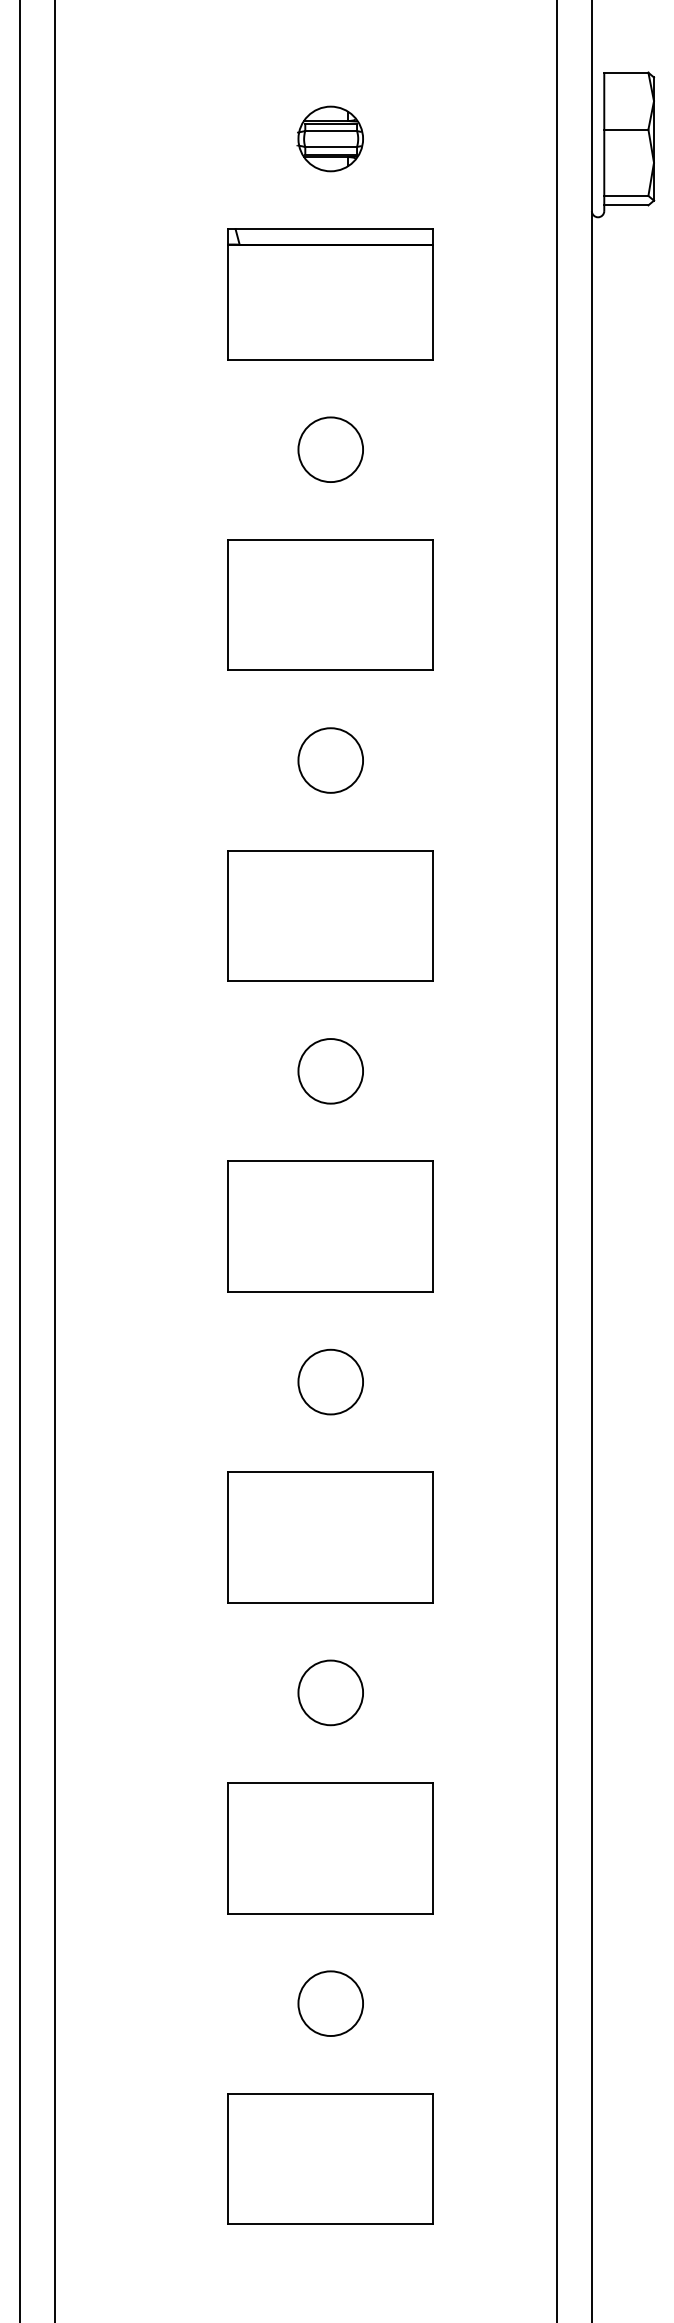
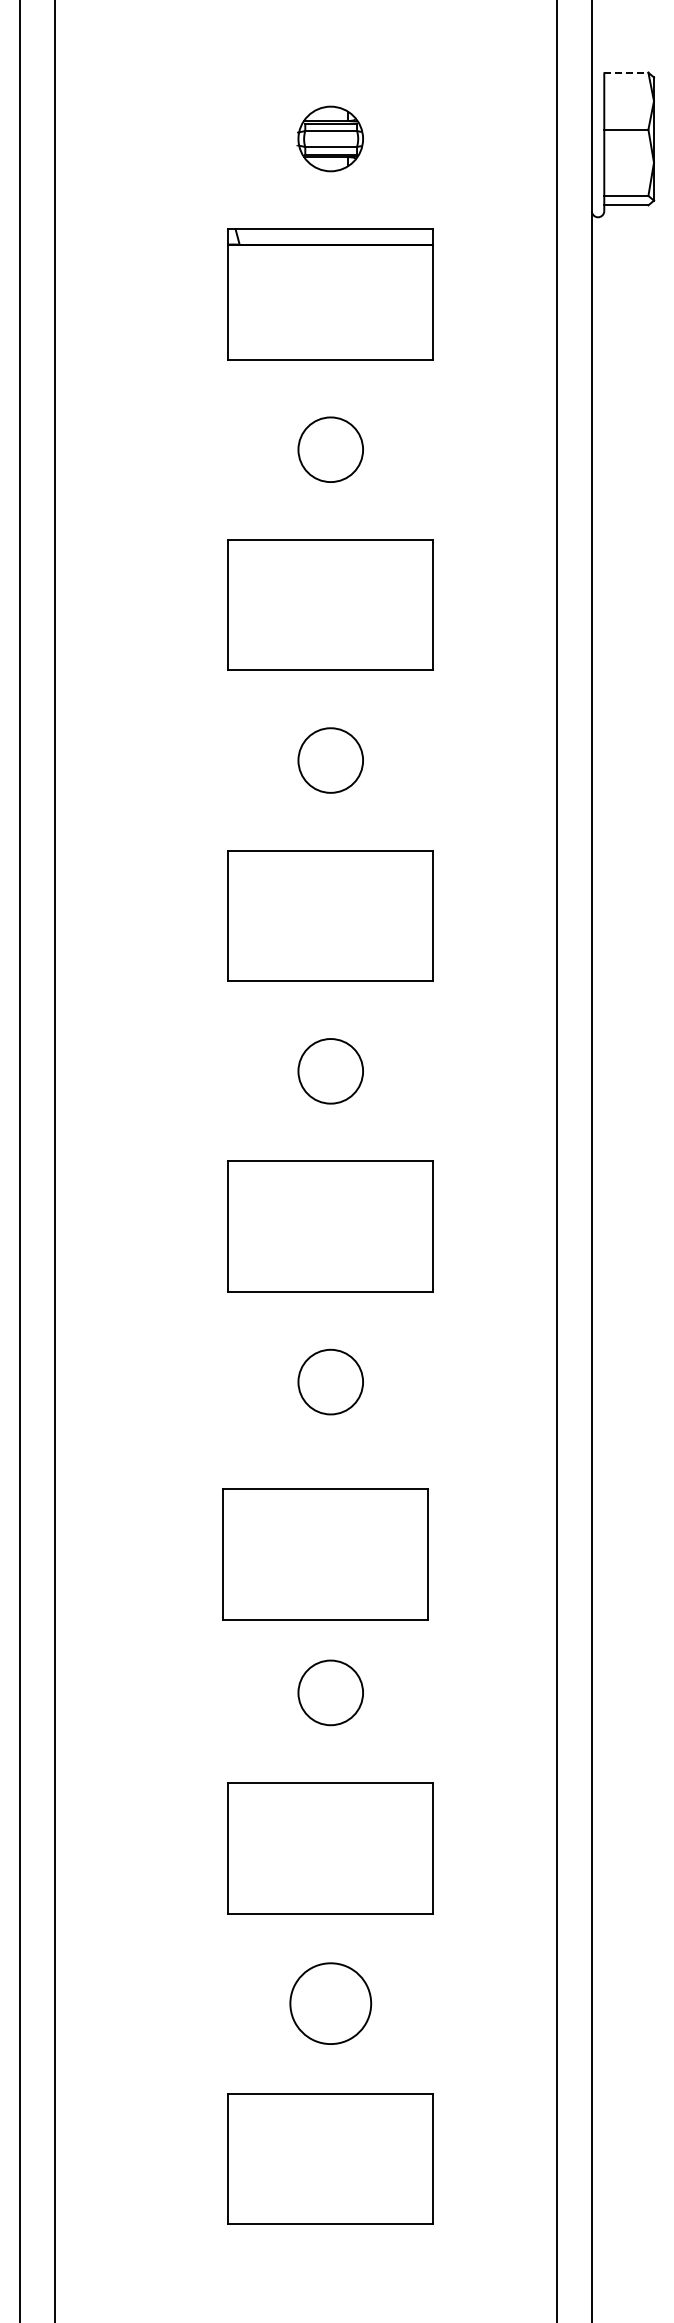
line at (626, 72): solid -> dashed
part at (330, 1537) position: (330, 1537) -> (325, 1554)
circle at (330, 2003) diameter: 65 px -> 81 px
